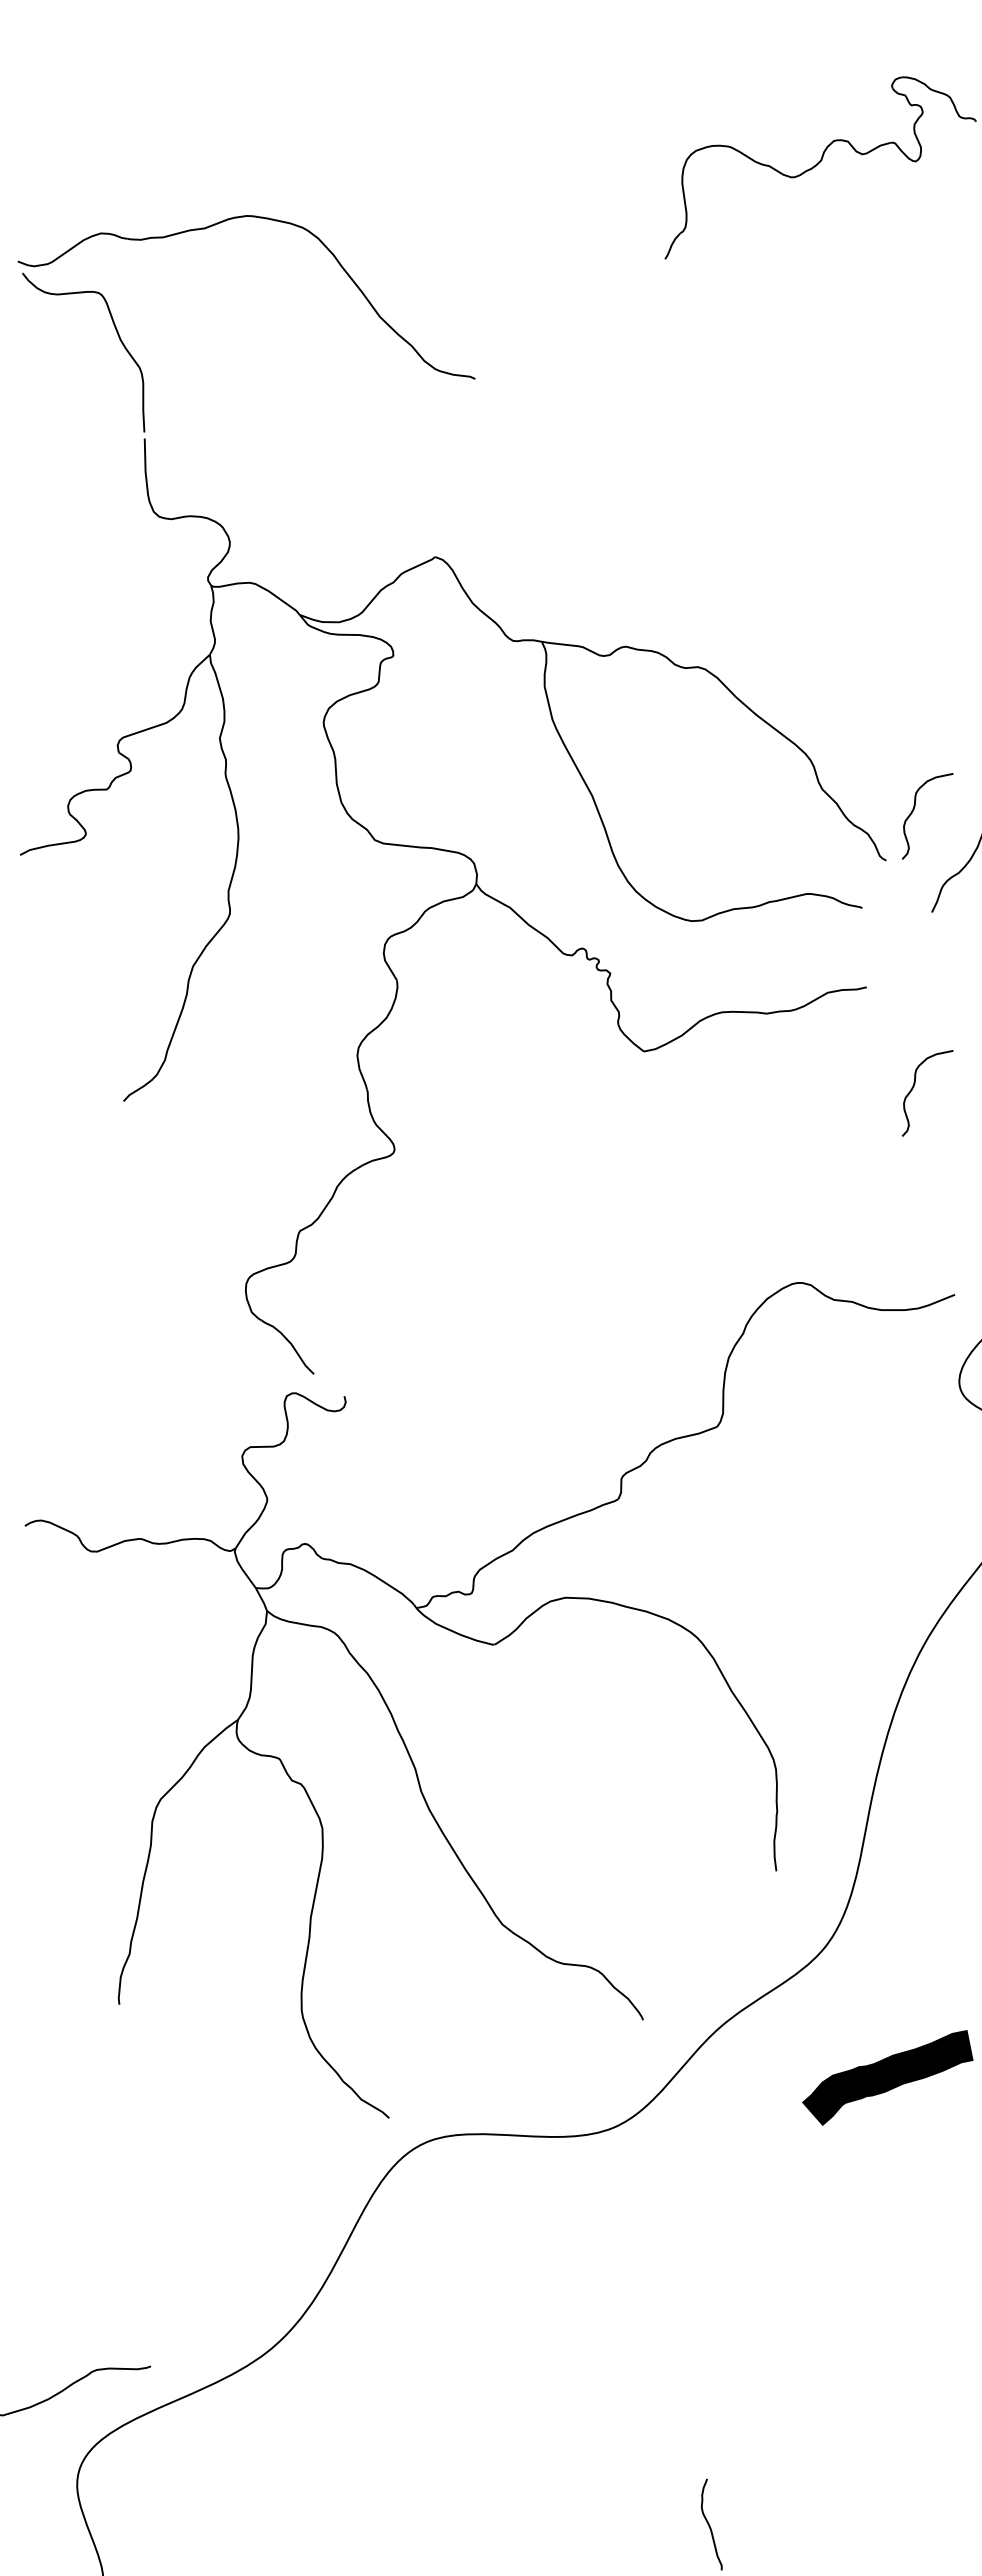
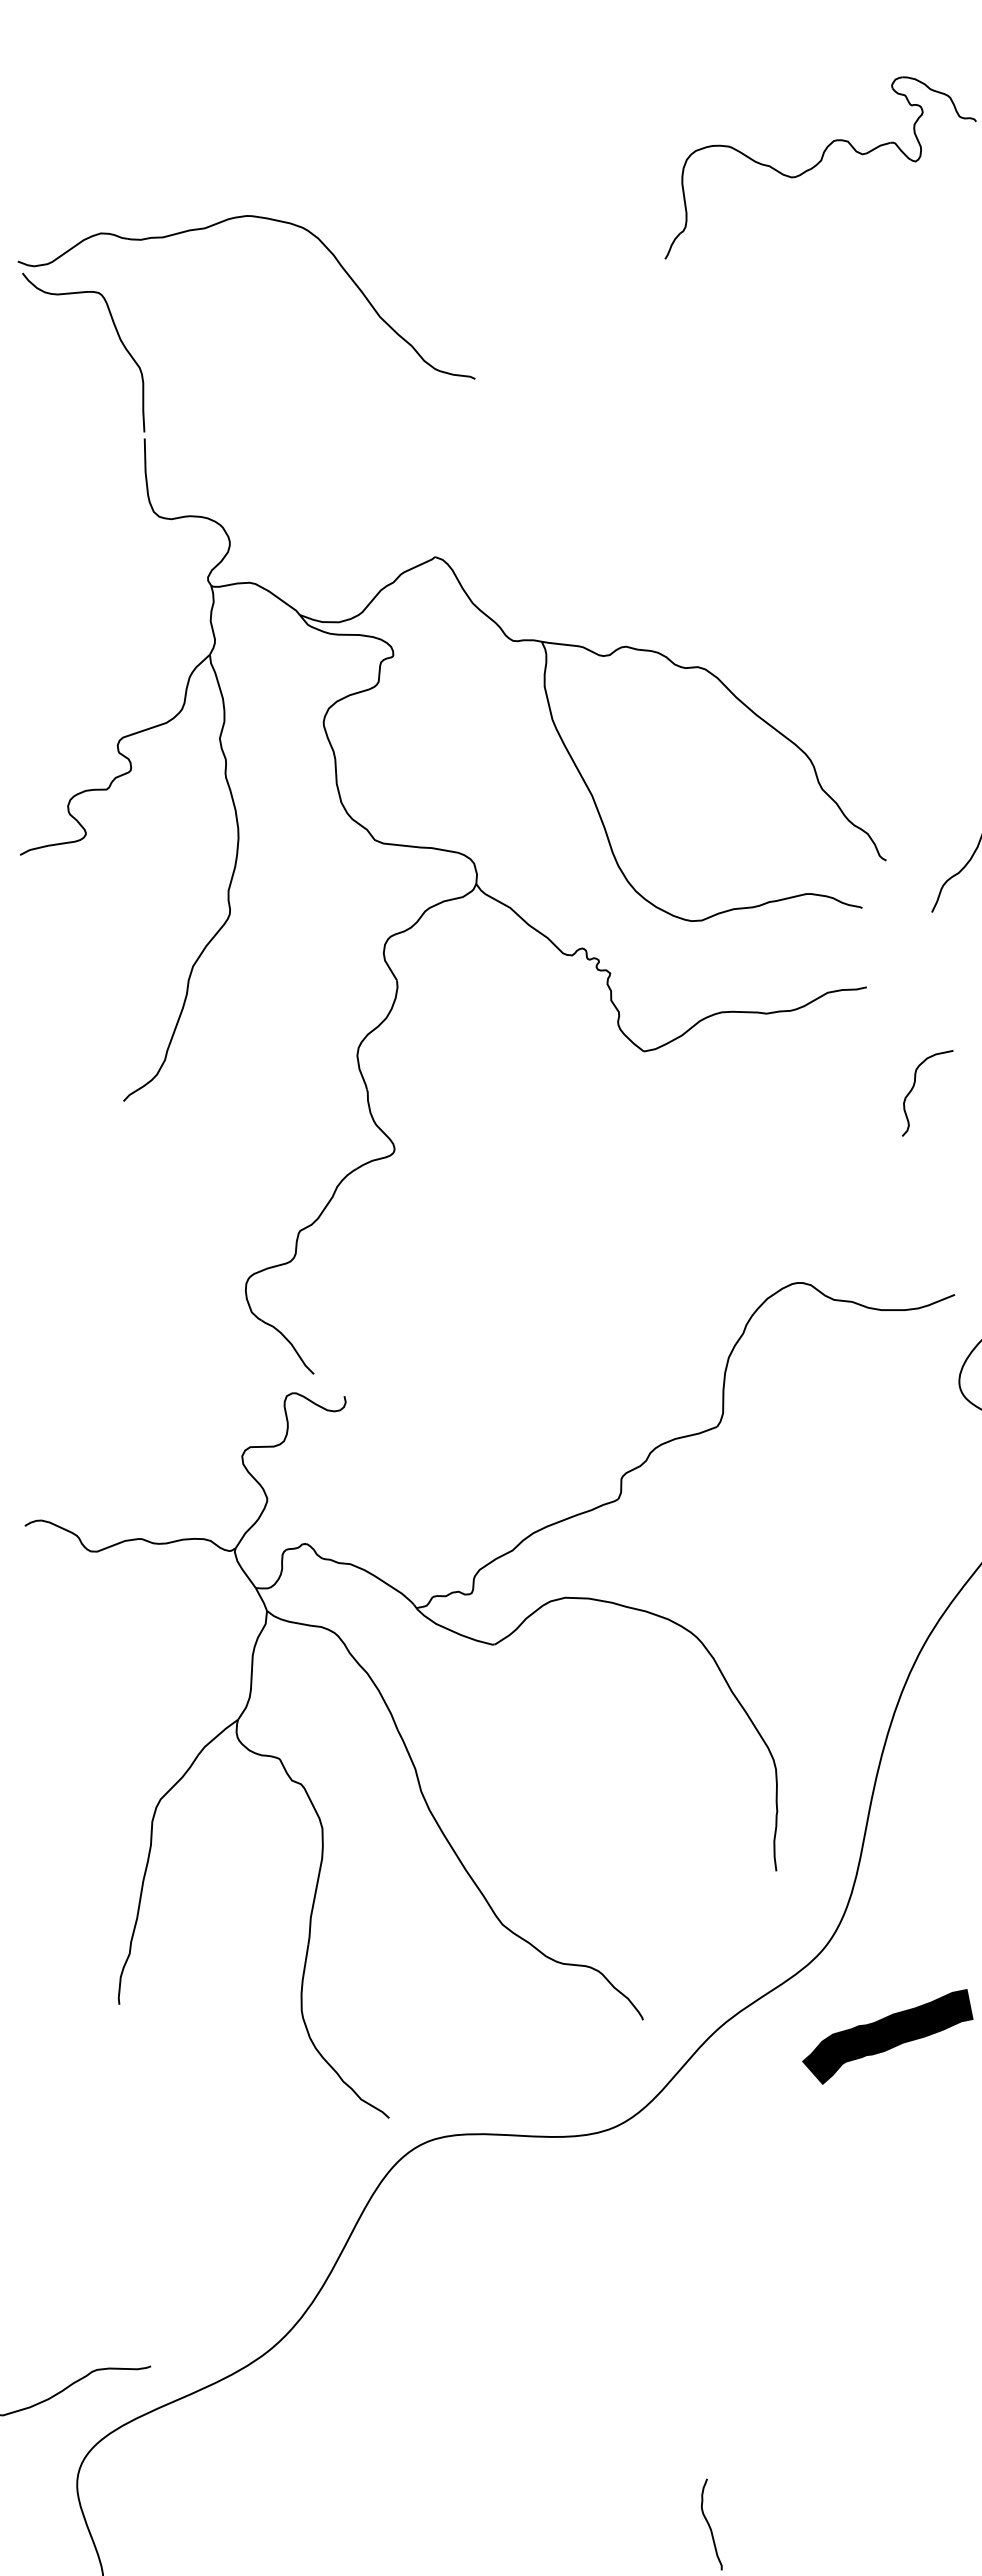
curve at (914, 809): present -> none
curve at (887, 2077) position: (887, 2077) -> (887, 2036)
